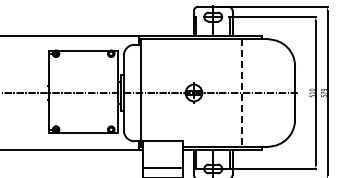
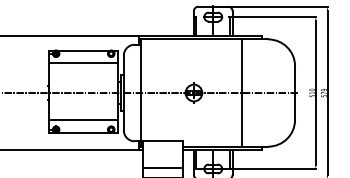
line at (83, 63): none -> present
line at (241, 93): dashed -> solid
line at (83, 120): none -> present
